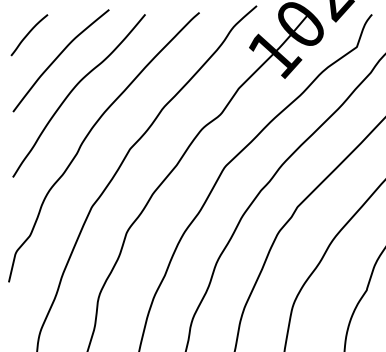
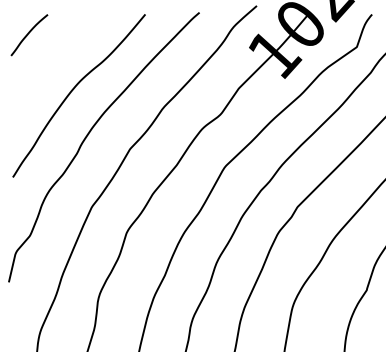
curve at (58, 57): present -> none
